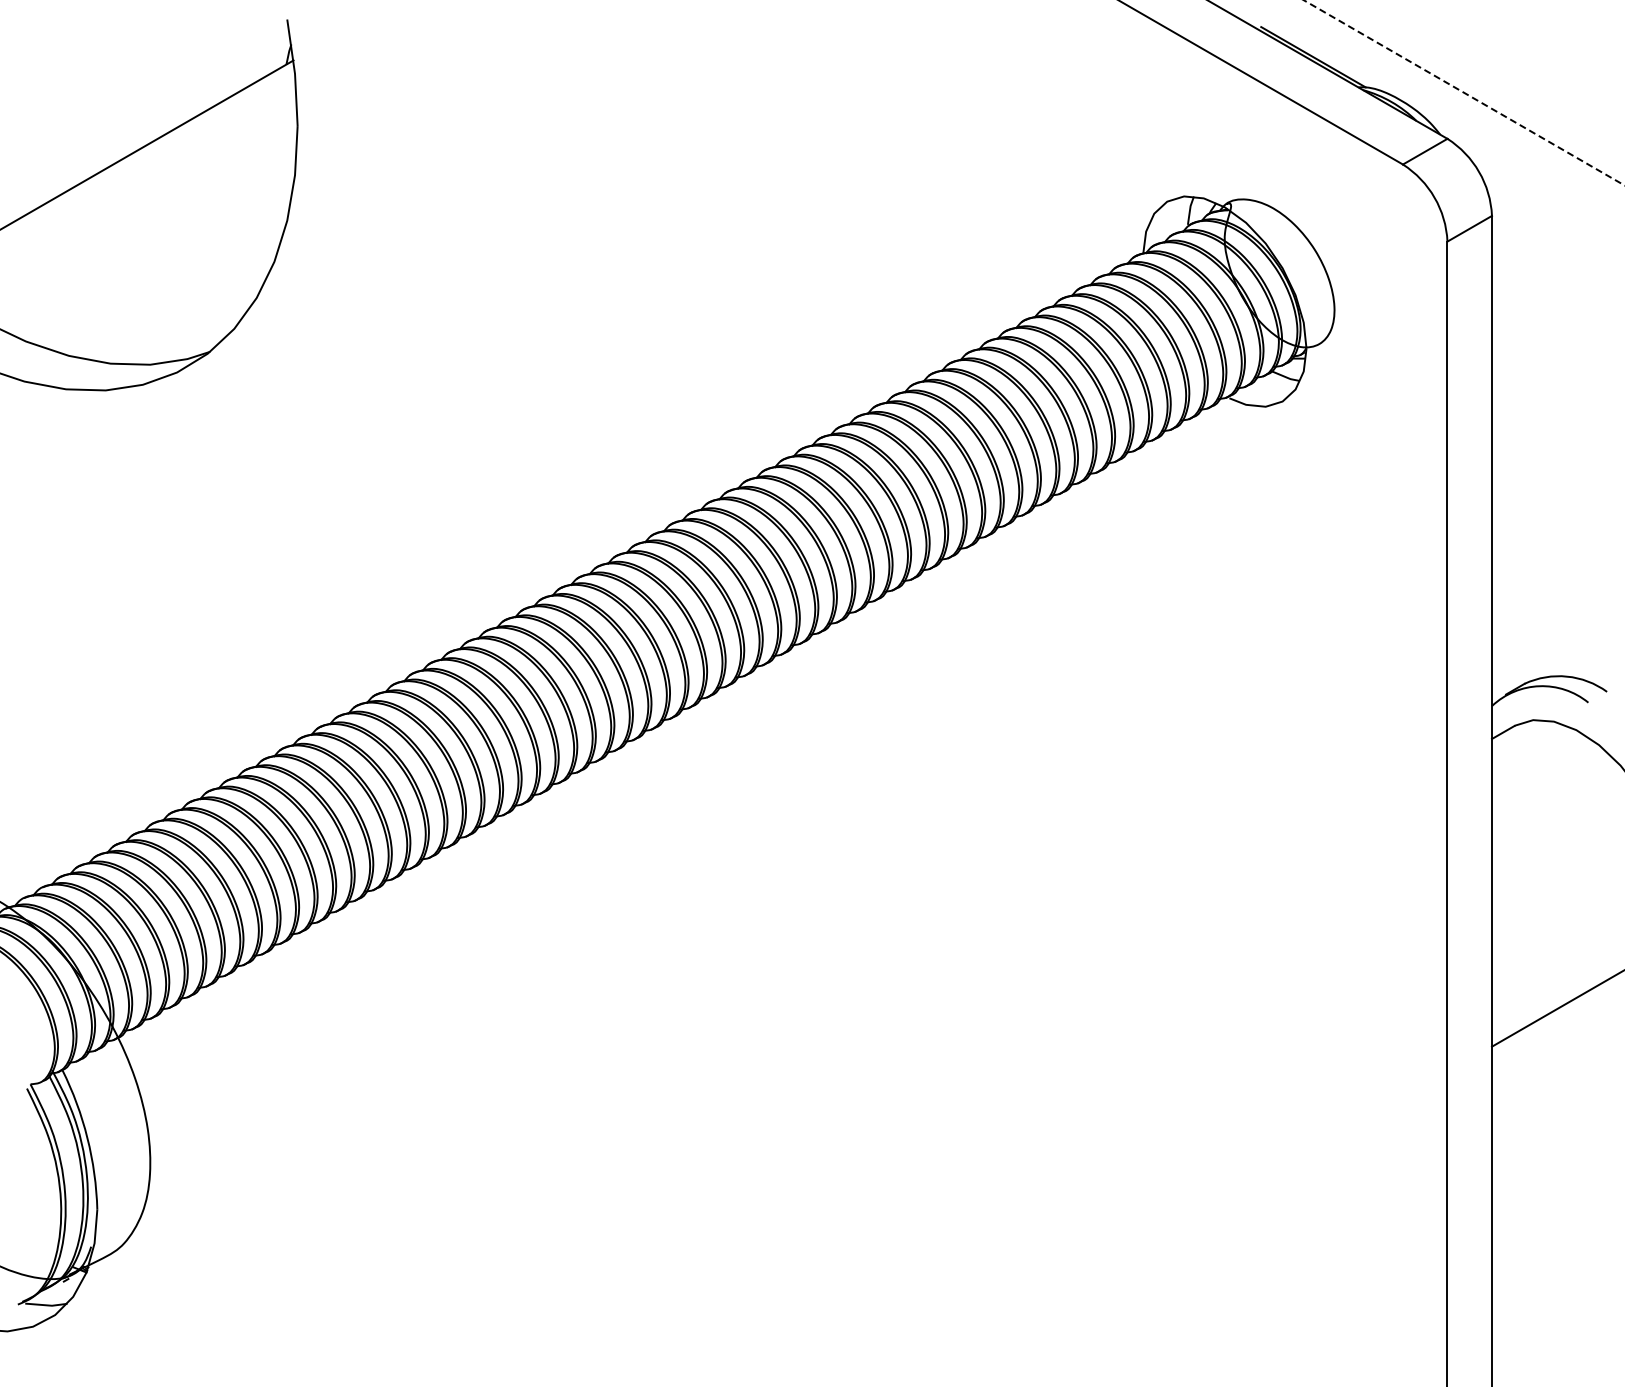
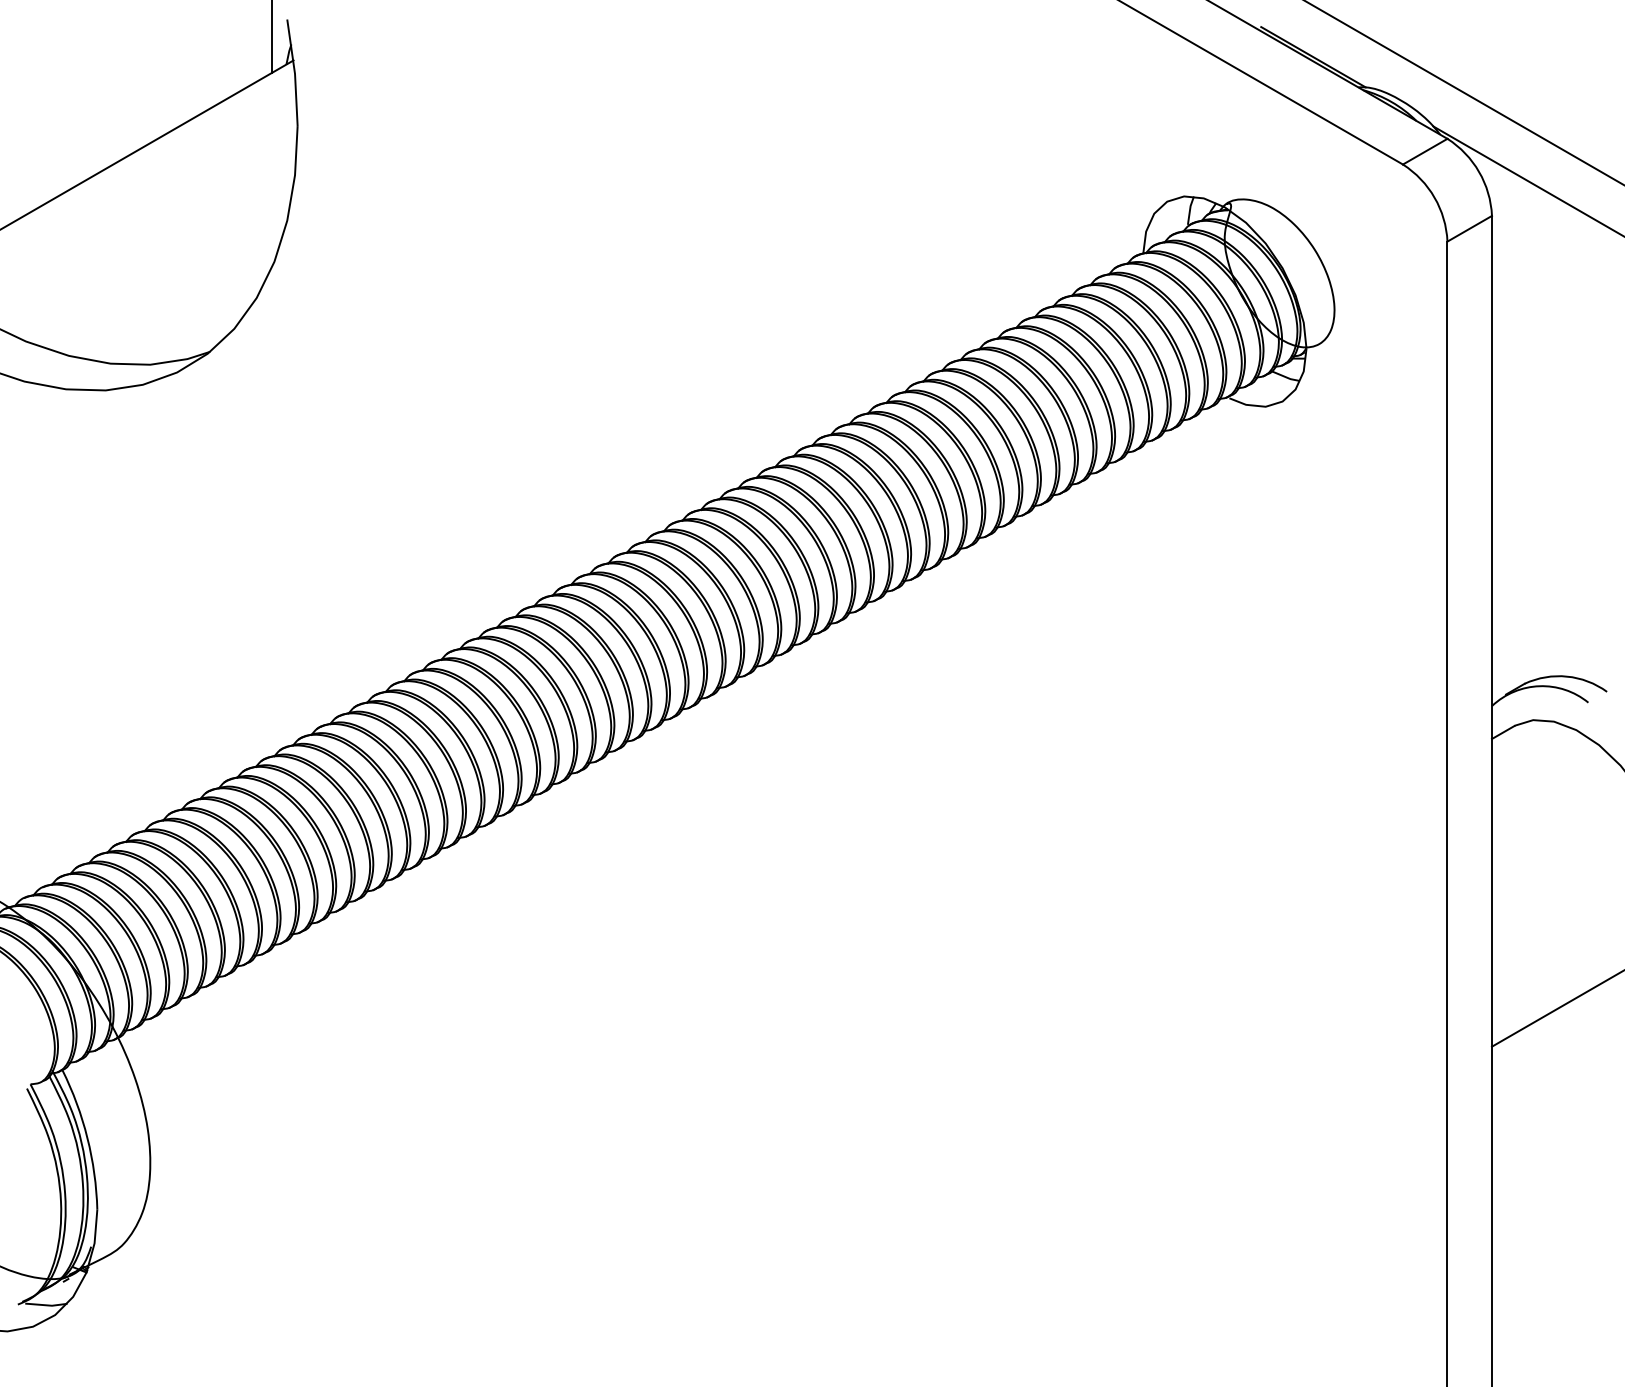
line at (271, 37): none -> present
line at (1464, 93): dashed -> solid
line at (1527, 180): none -> present
